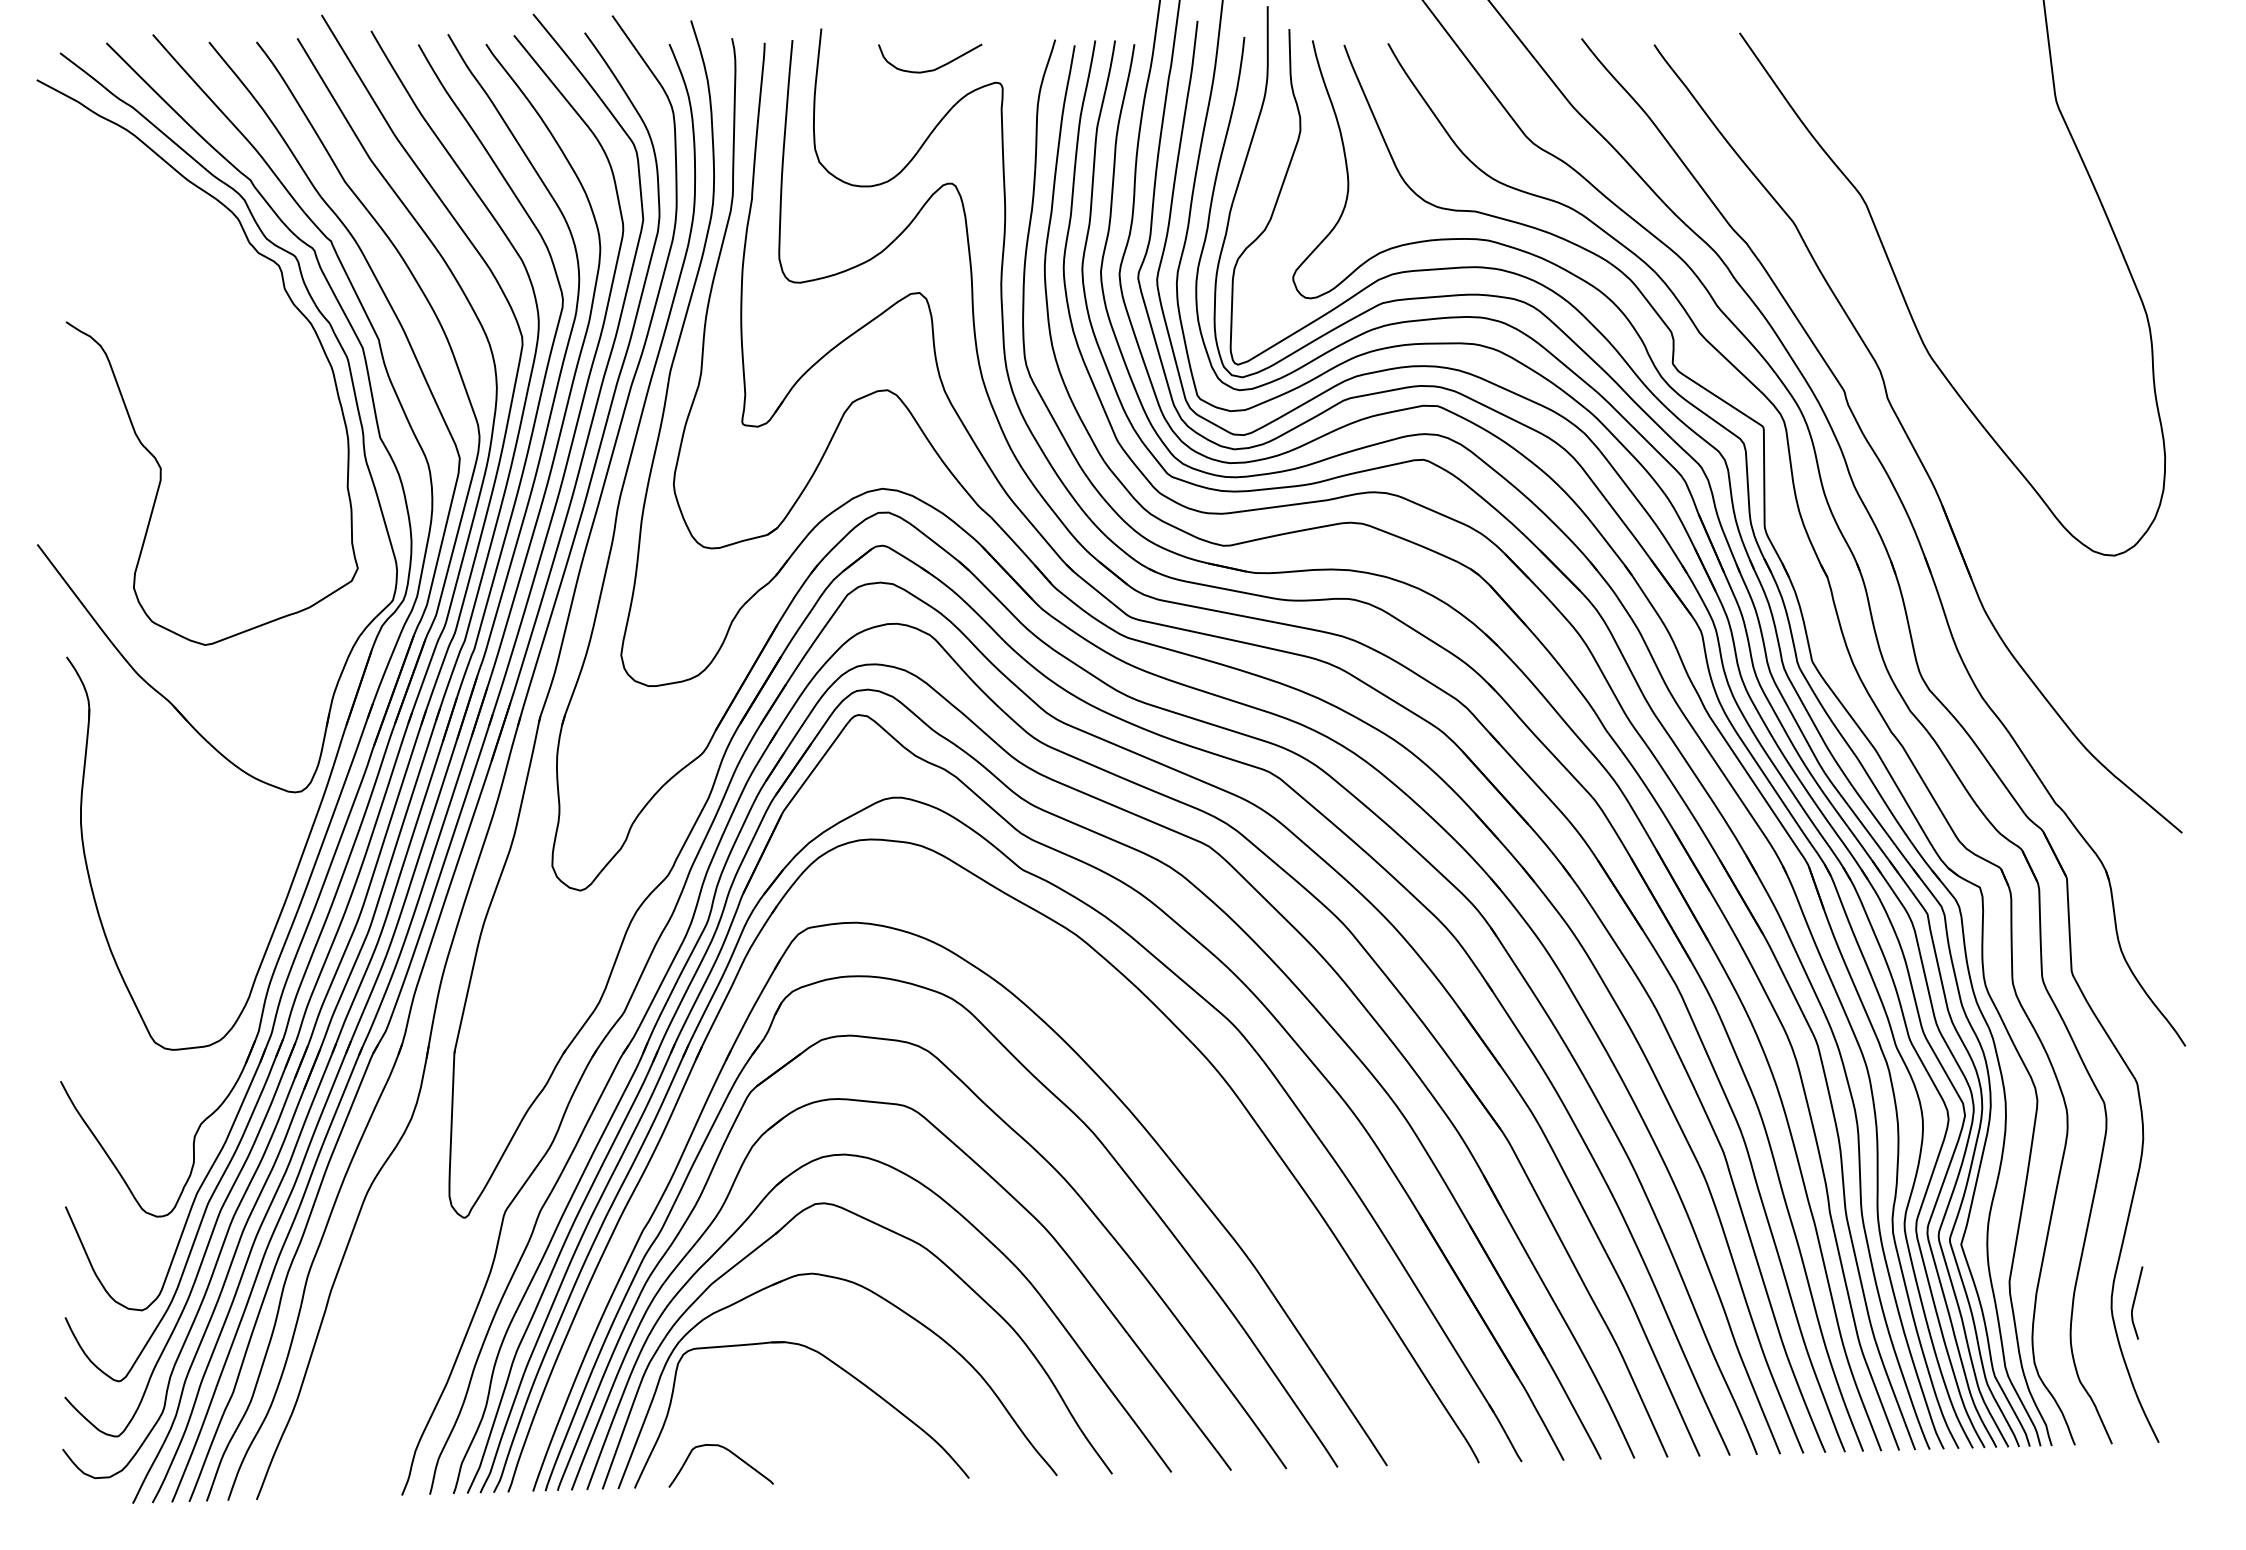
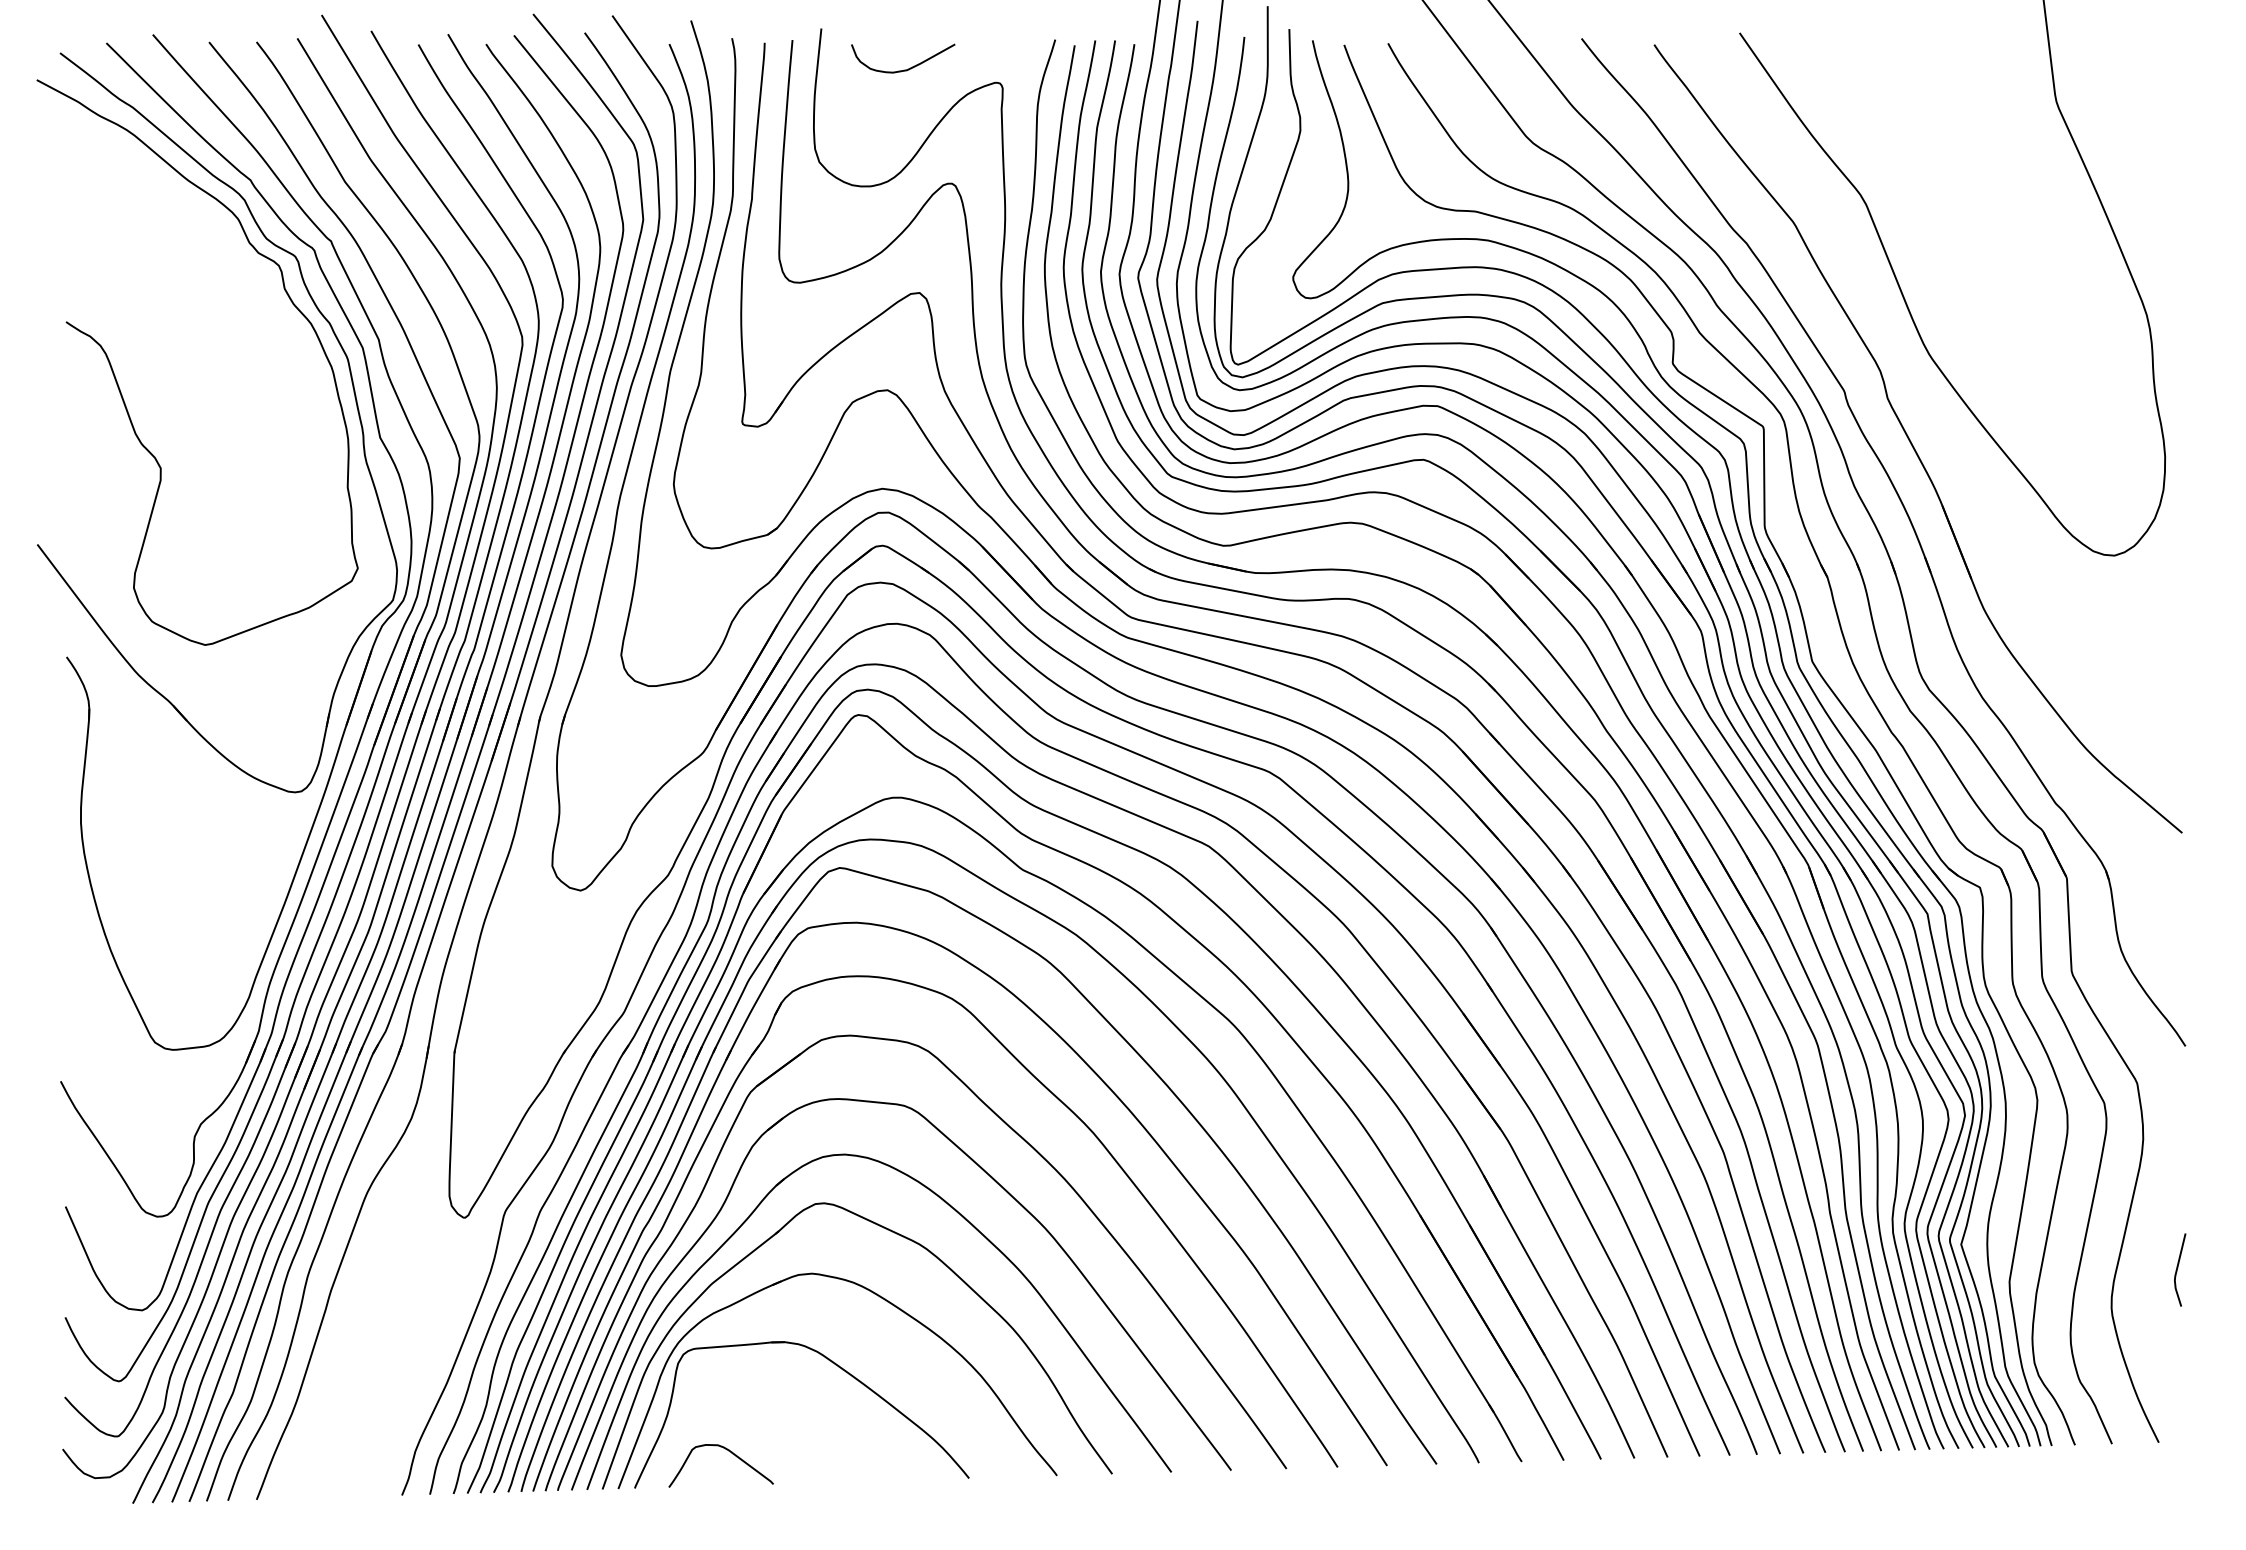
curve at (930, 69) position: (930, 69) -> (903, 69)
part at (1131, 1048): none -> present
curve at (2135, 1301) position: (2135, 1301) -> (2178, 1268)
